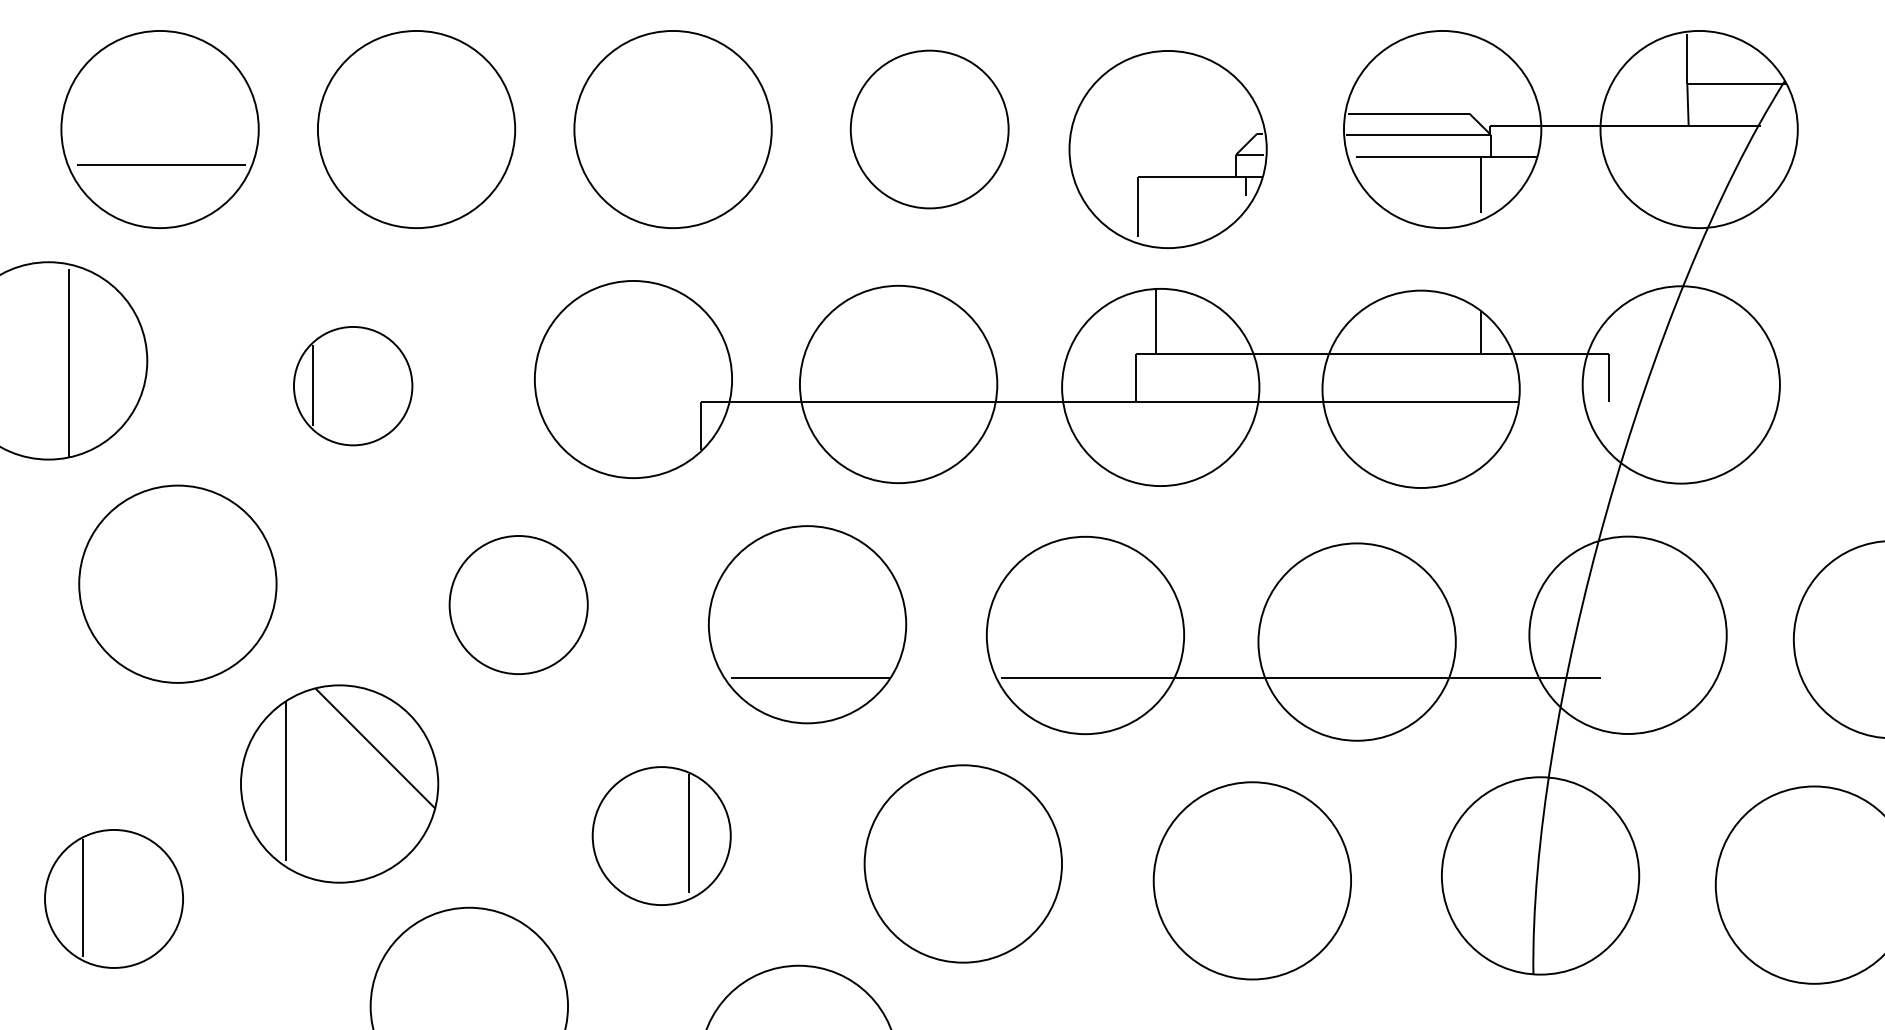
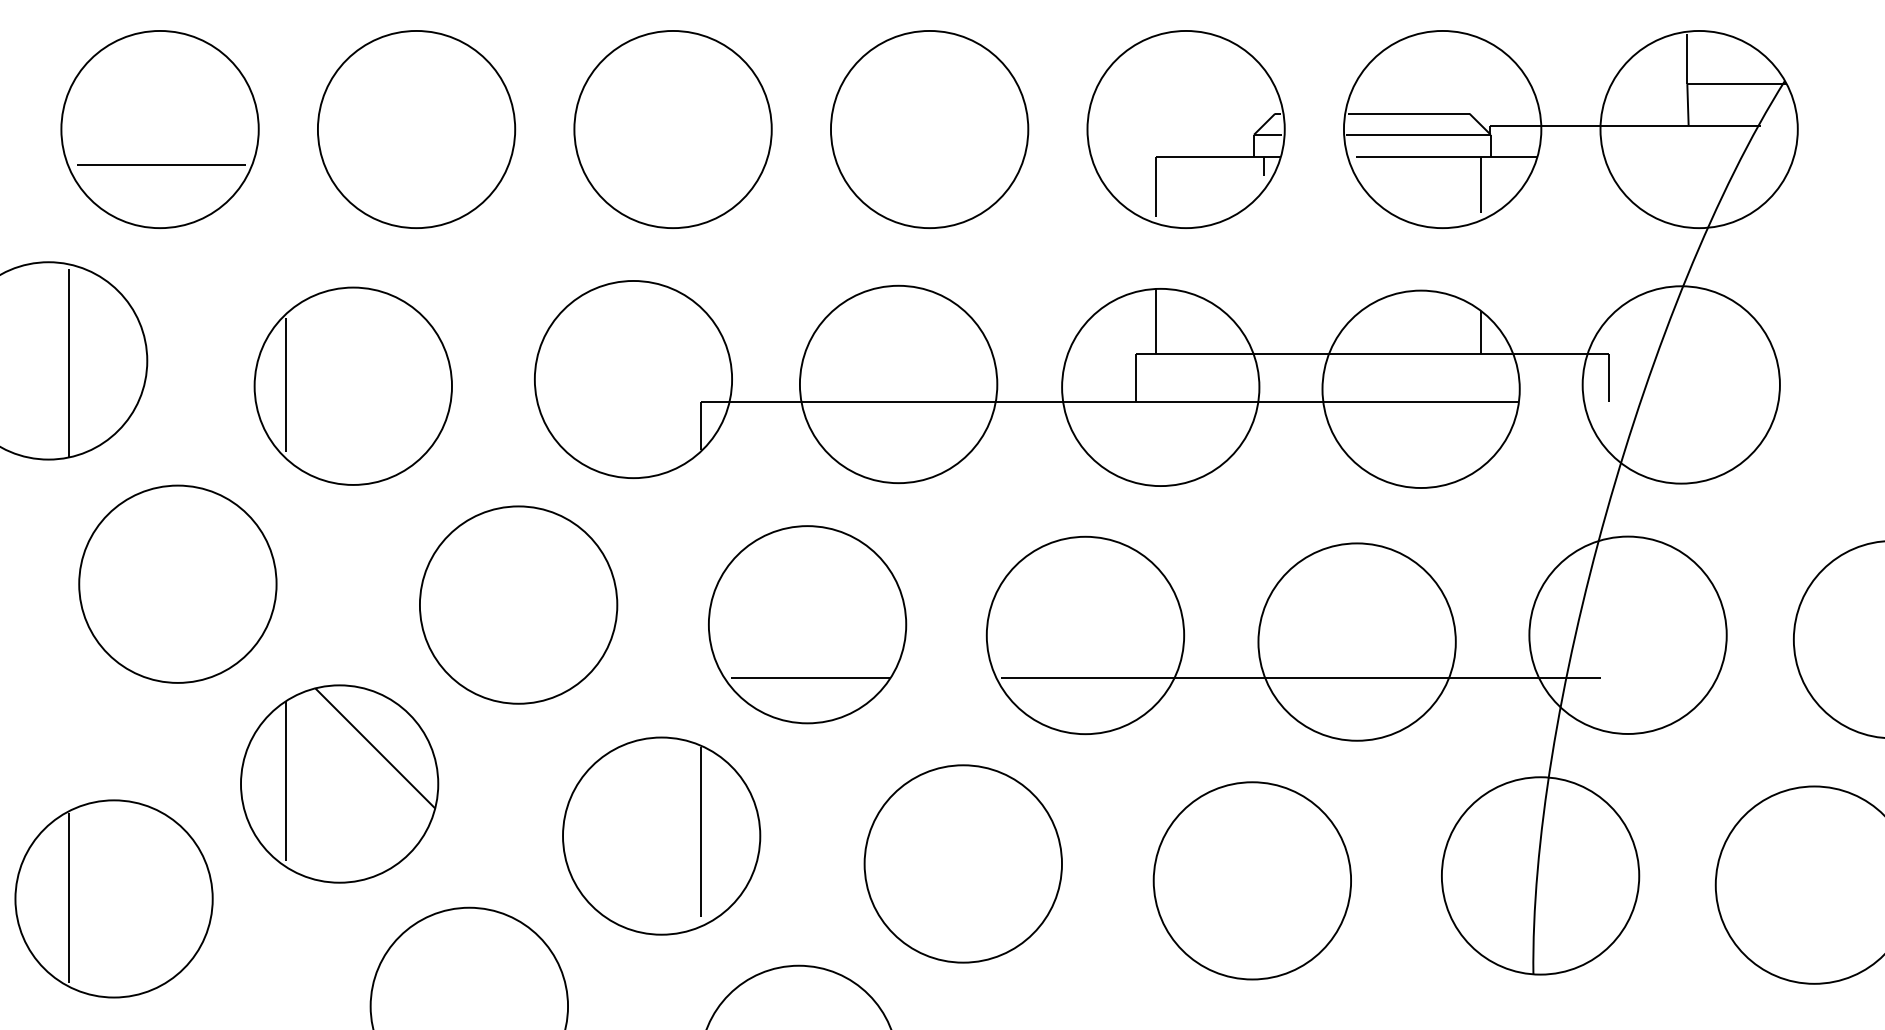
part at (929, 129) size: 161x161 px -> 200x199 px
part at (1167, 149) position: (1167, 149) -> (1185, 129)
part at (353, 386) size: 121x121 px -> 200x200 px
part at (518, 604) size: 141x140 px -> 200x200 px
part at (661, 835) size: 141x140 px -> 200x200 px
part at (113, 898) size: 140x140 px -> 200x200 px
